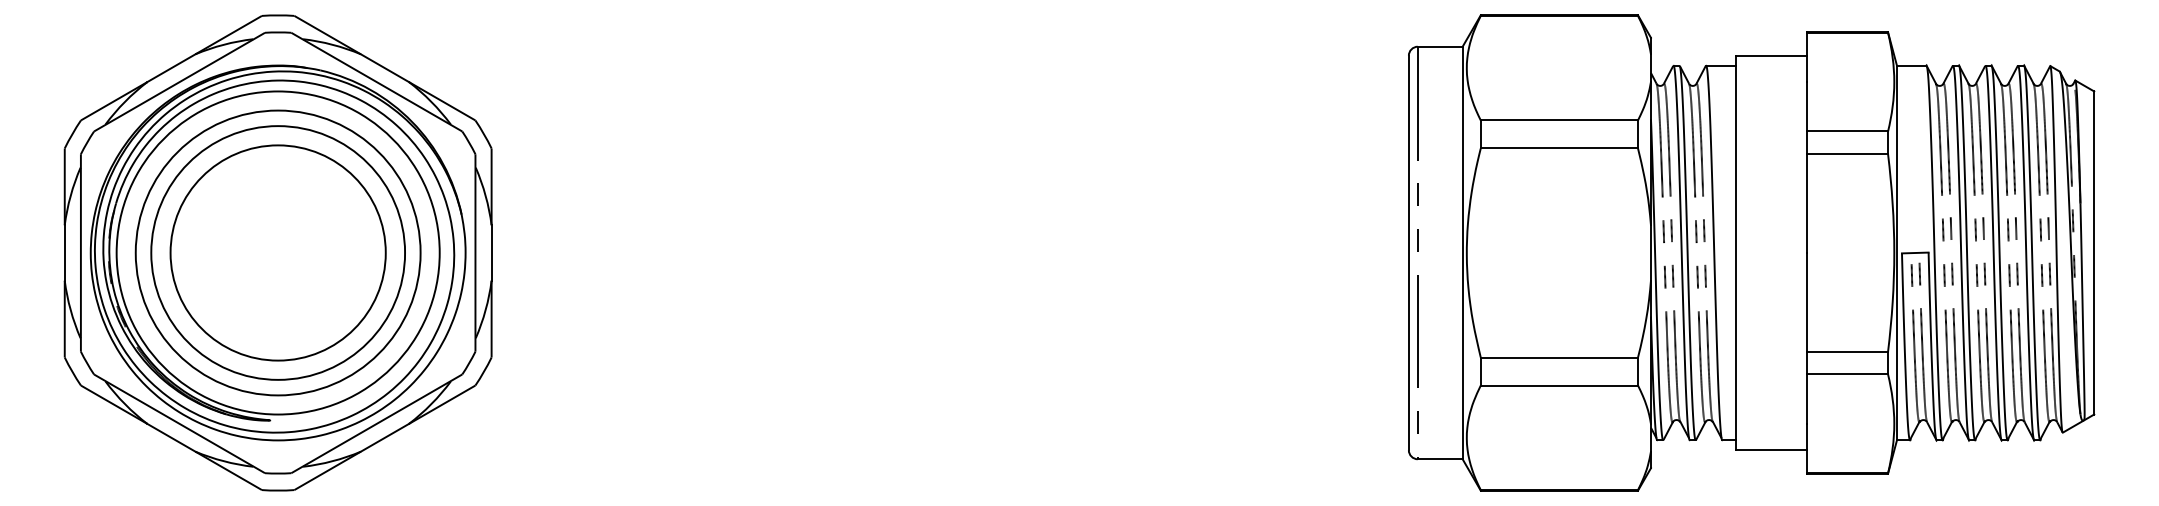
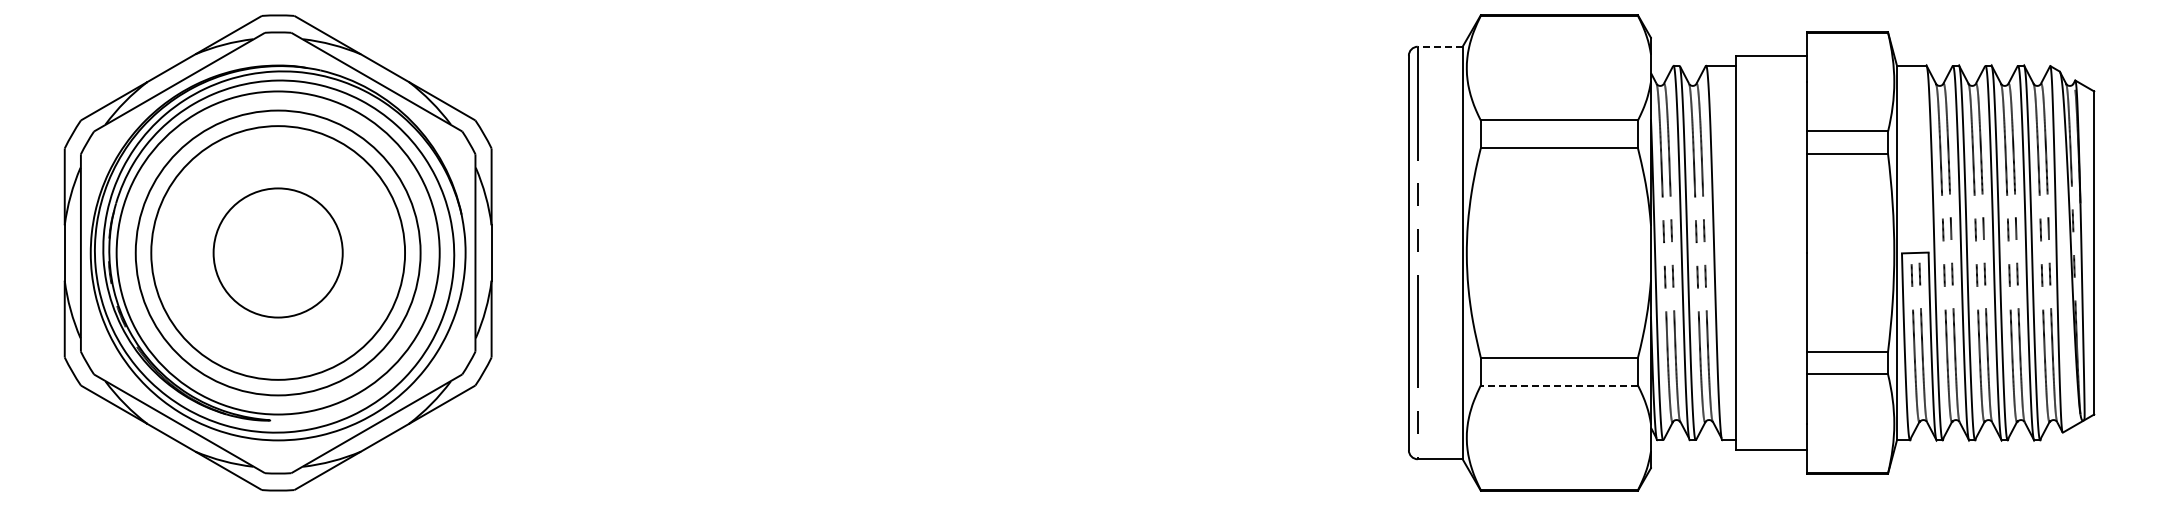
line at (1439, 46): solid -> dashed
circle at (277, 252) diameter: 215 px -> 129 px
line at (1559, 385): solid -> dashed
